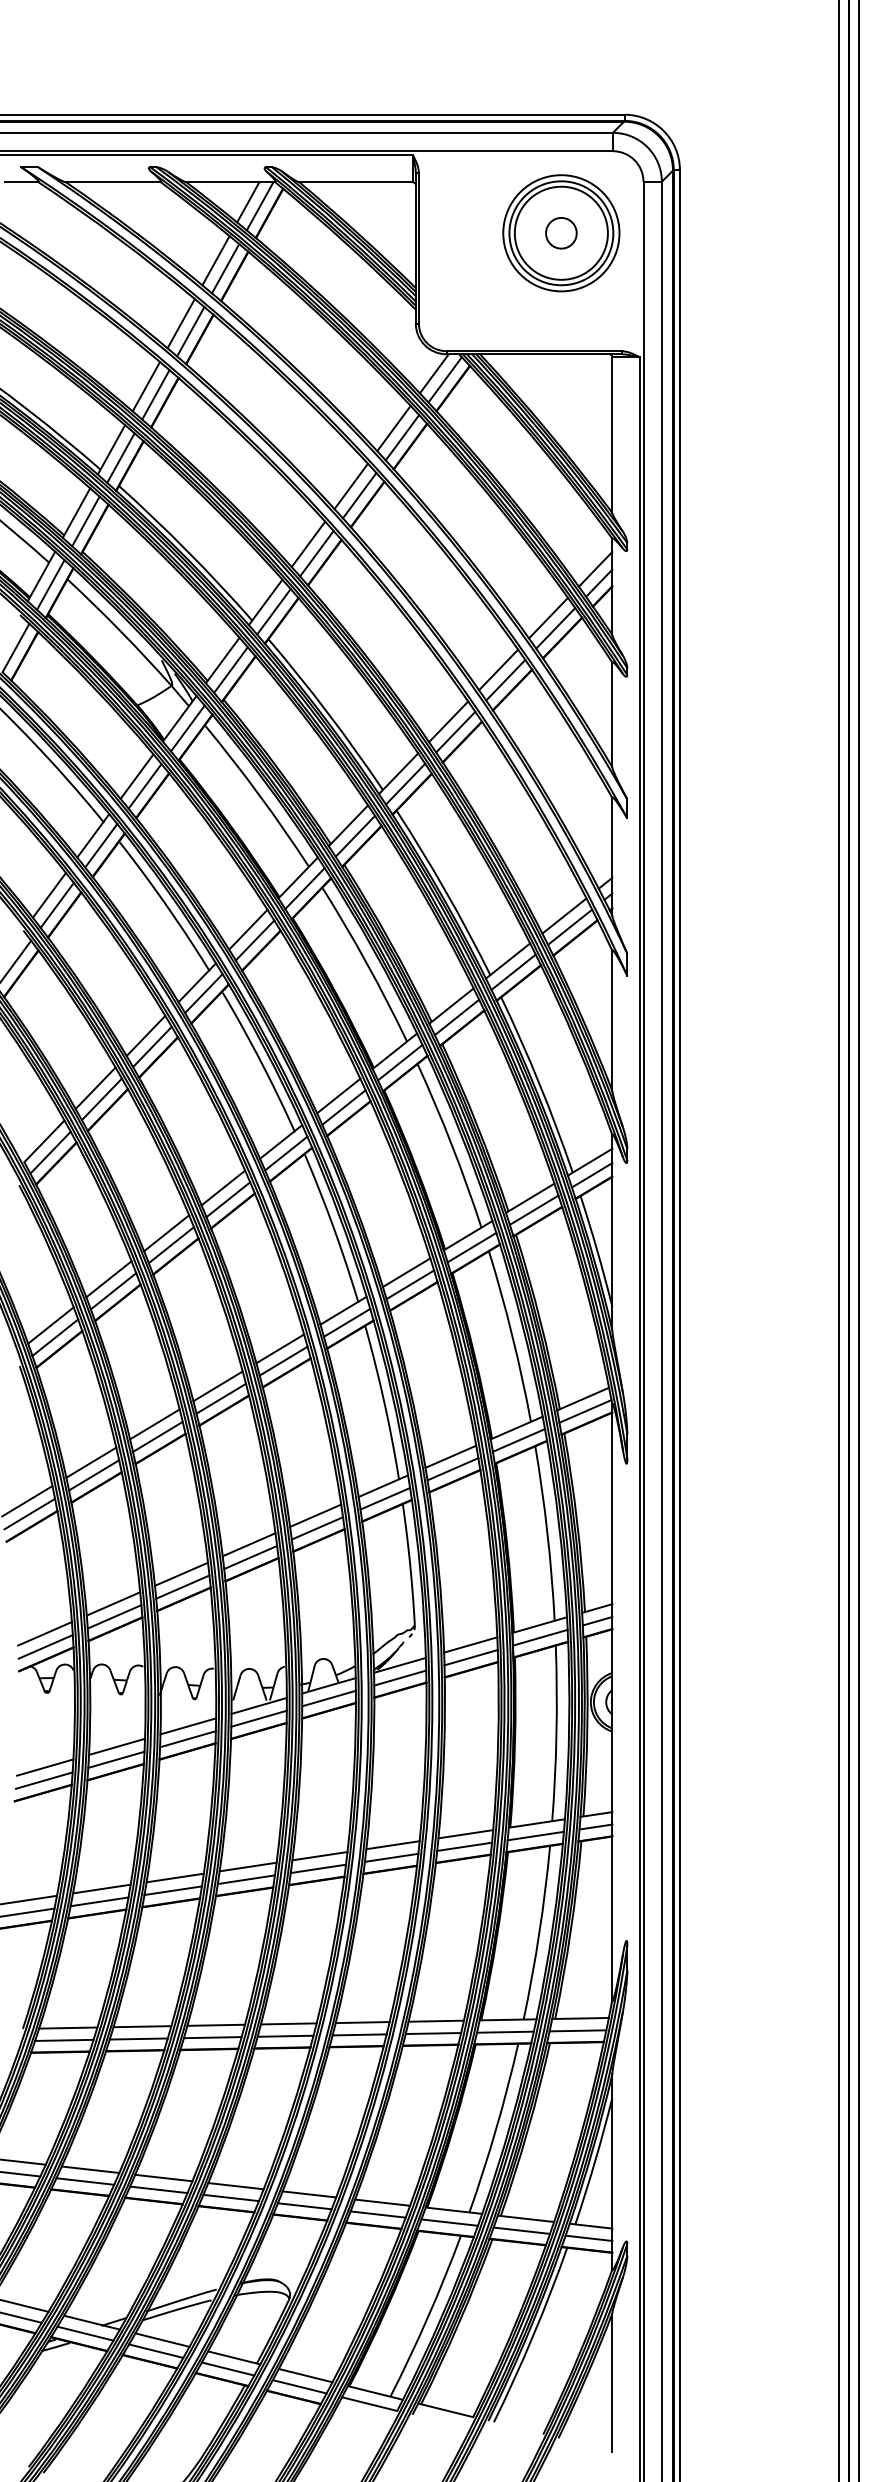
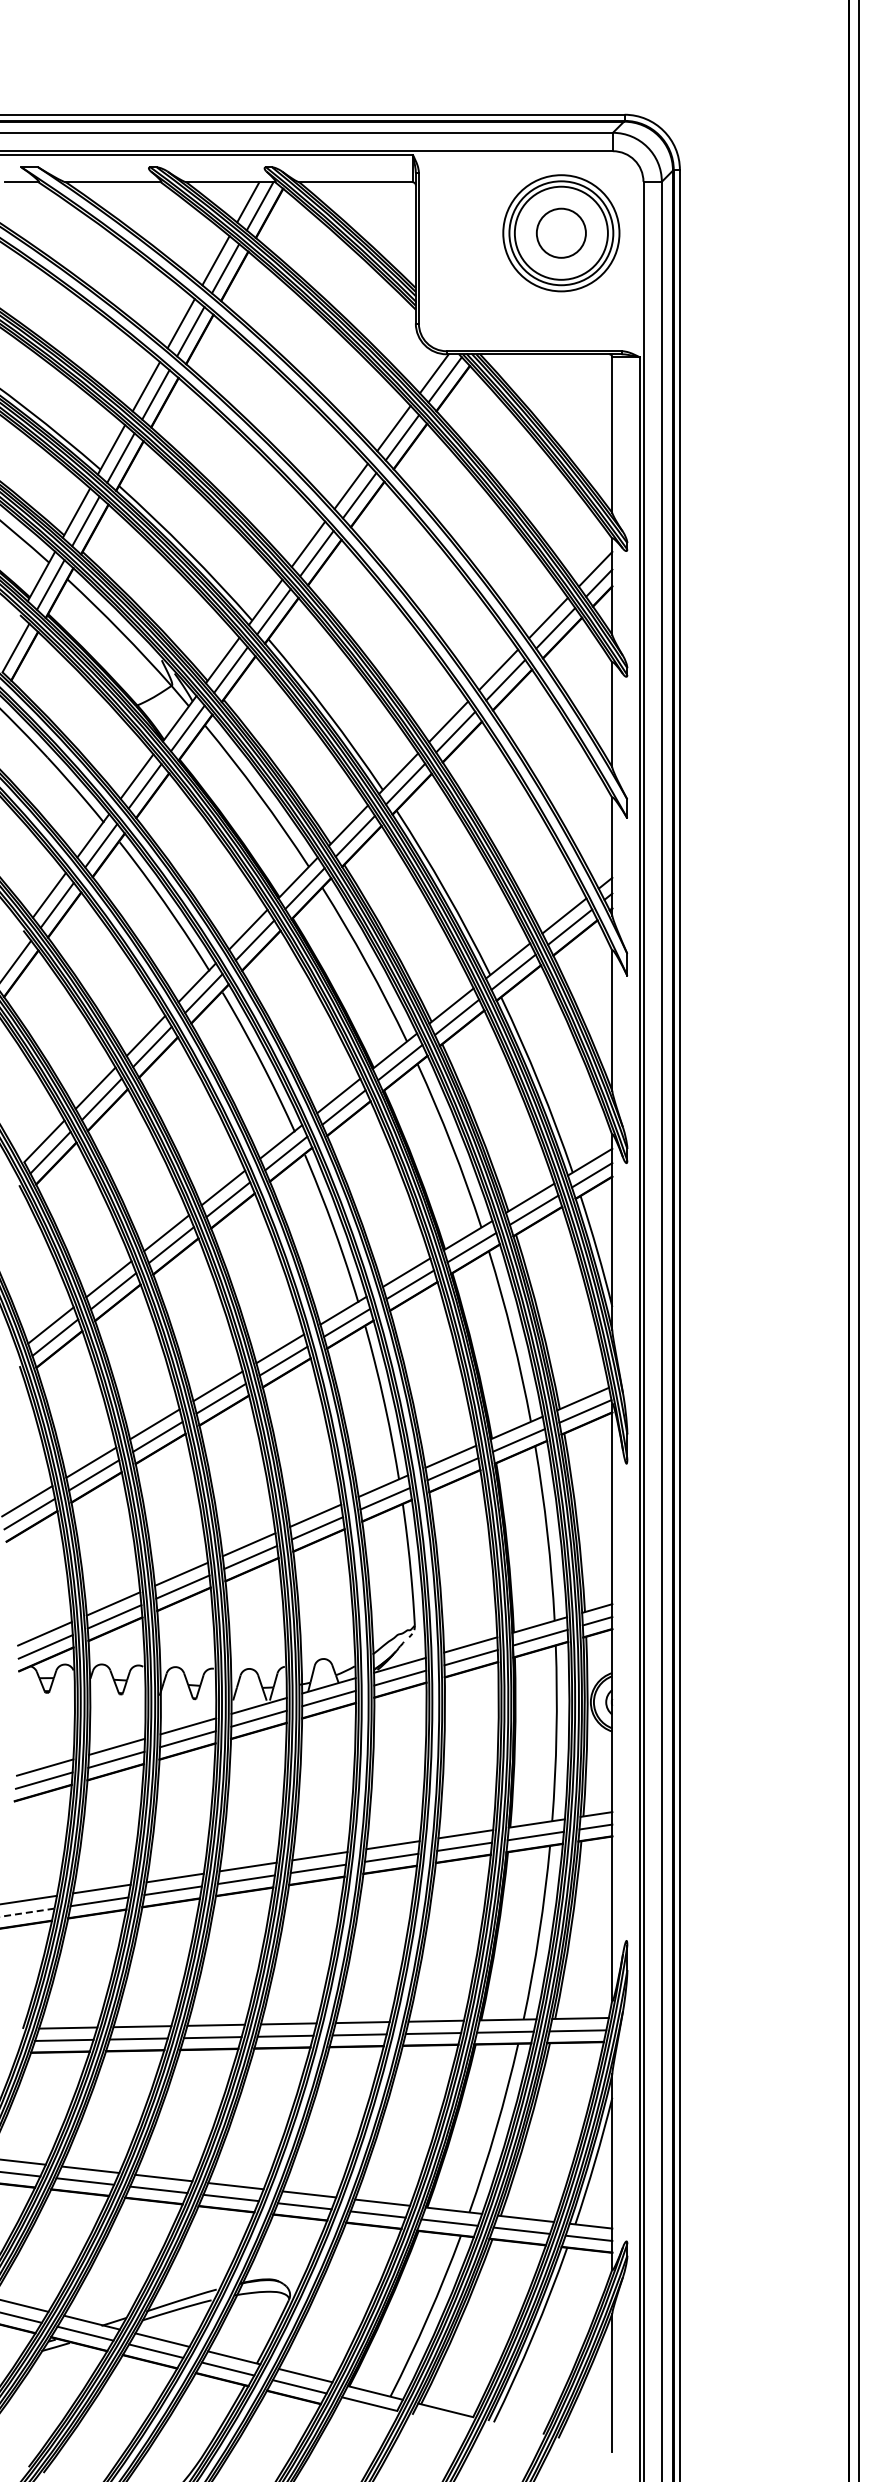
circle at (561, 232) diameter: 31 px -> 49 px
line at (838, 1240): present -> none
line at (27, 1912): solid -> dashed
